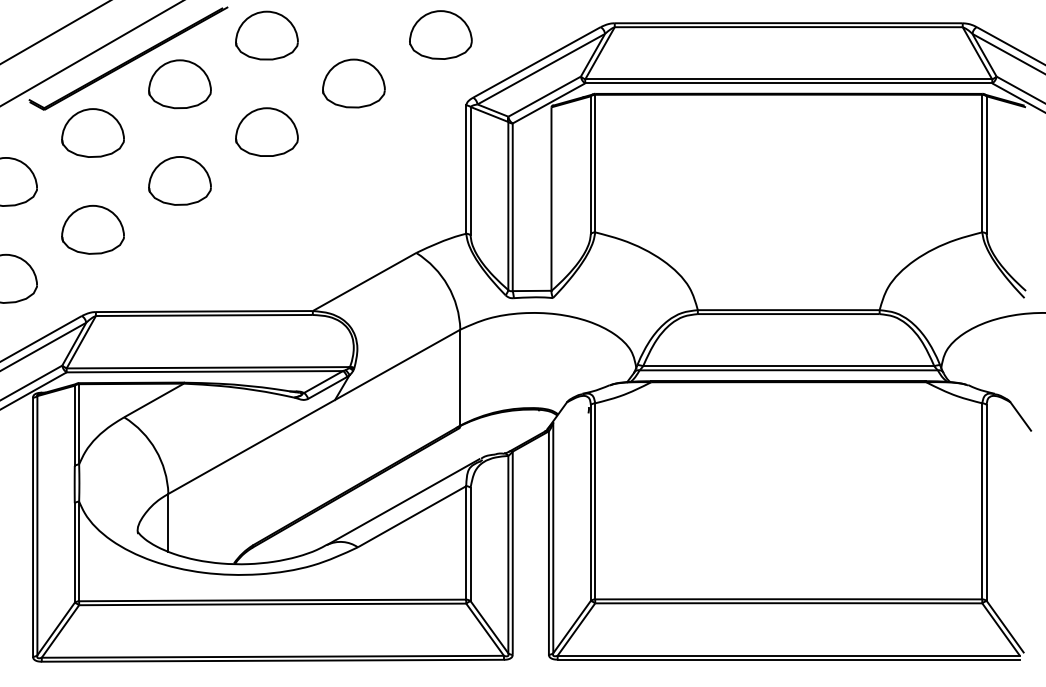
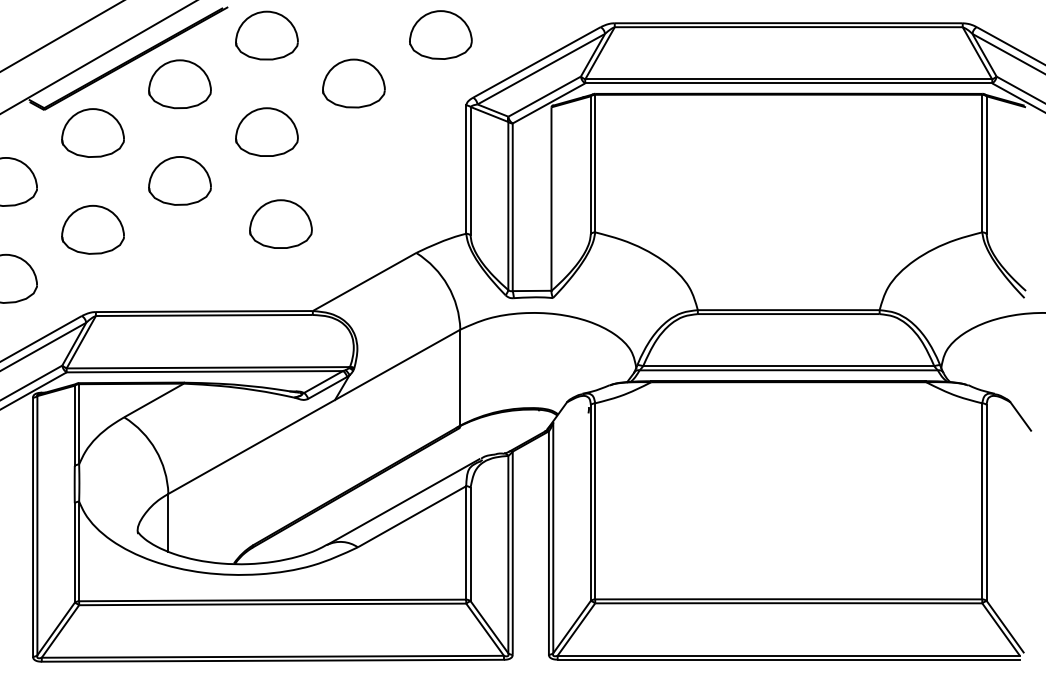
line at (54, 32) position: (54, 32) -> (61, 36)
line at (91, 53) position: (91, 53) -> (98, 57)
part at (280, 223): none -> present
